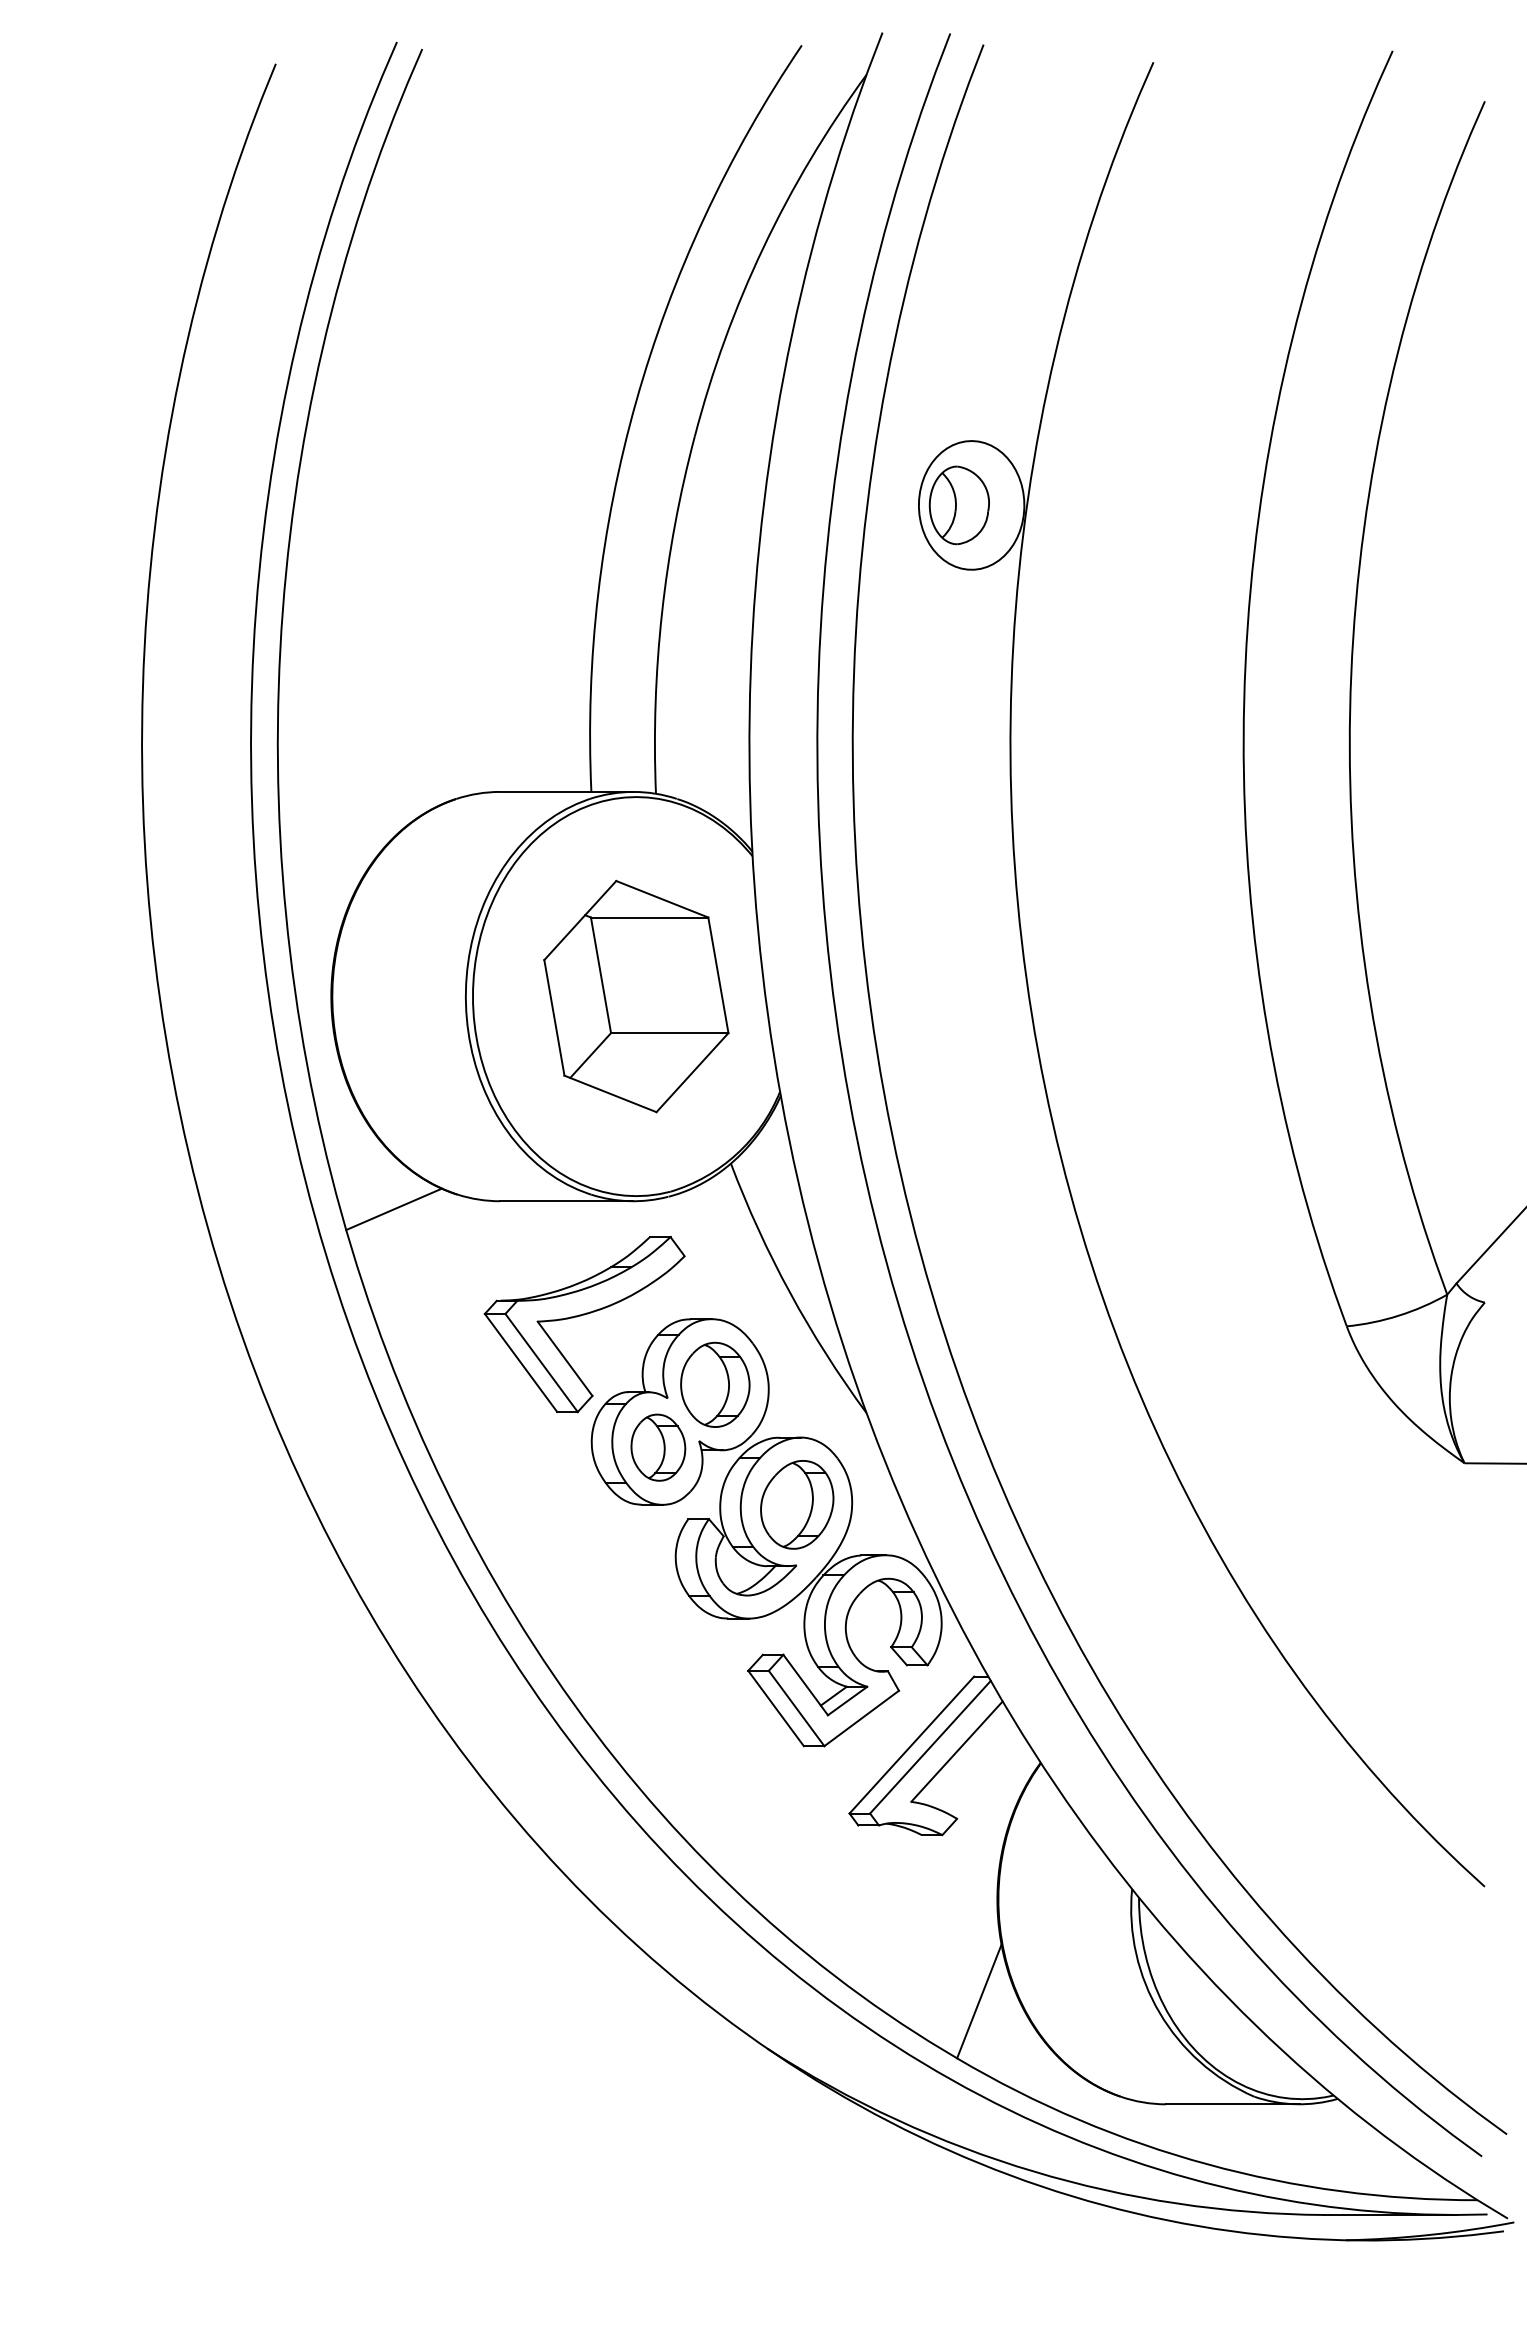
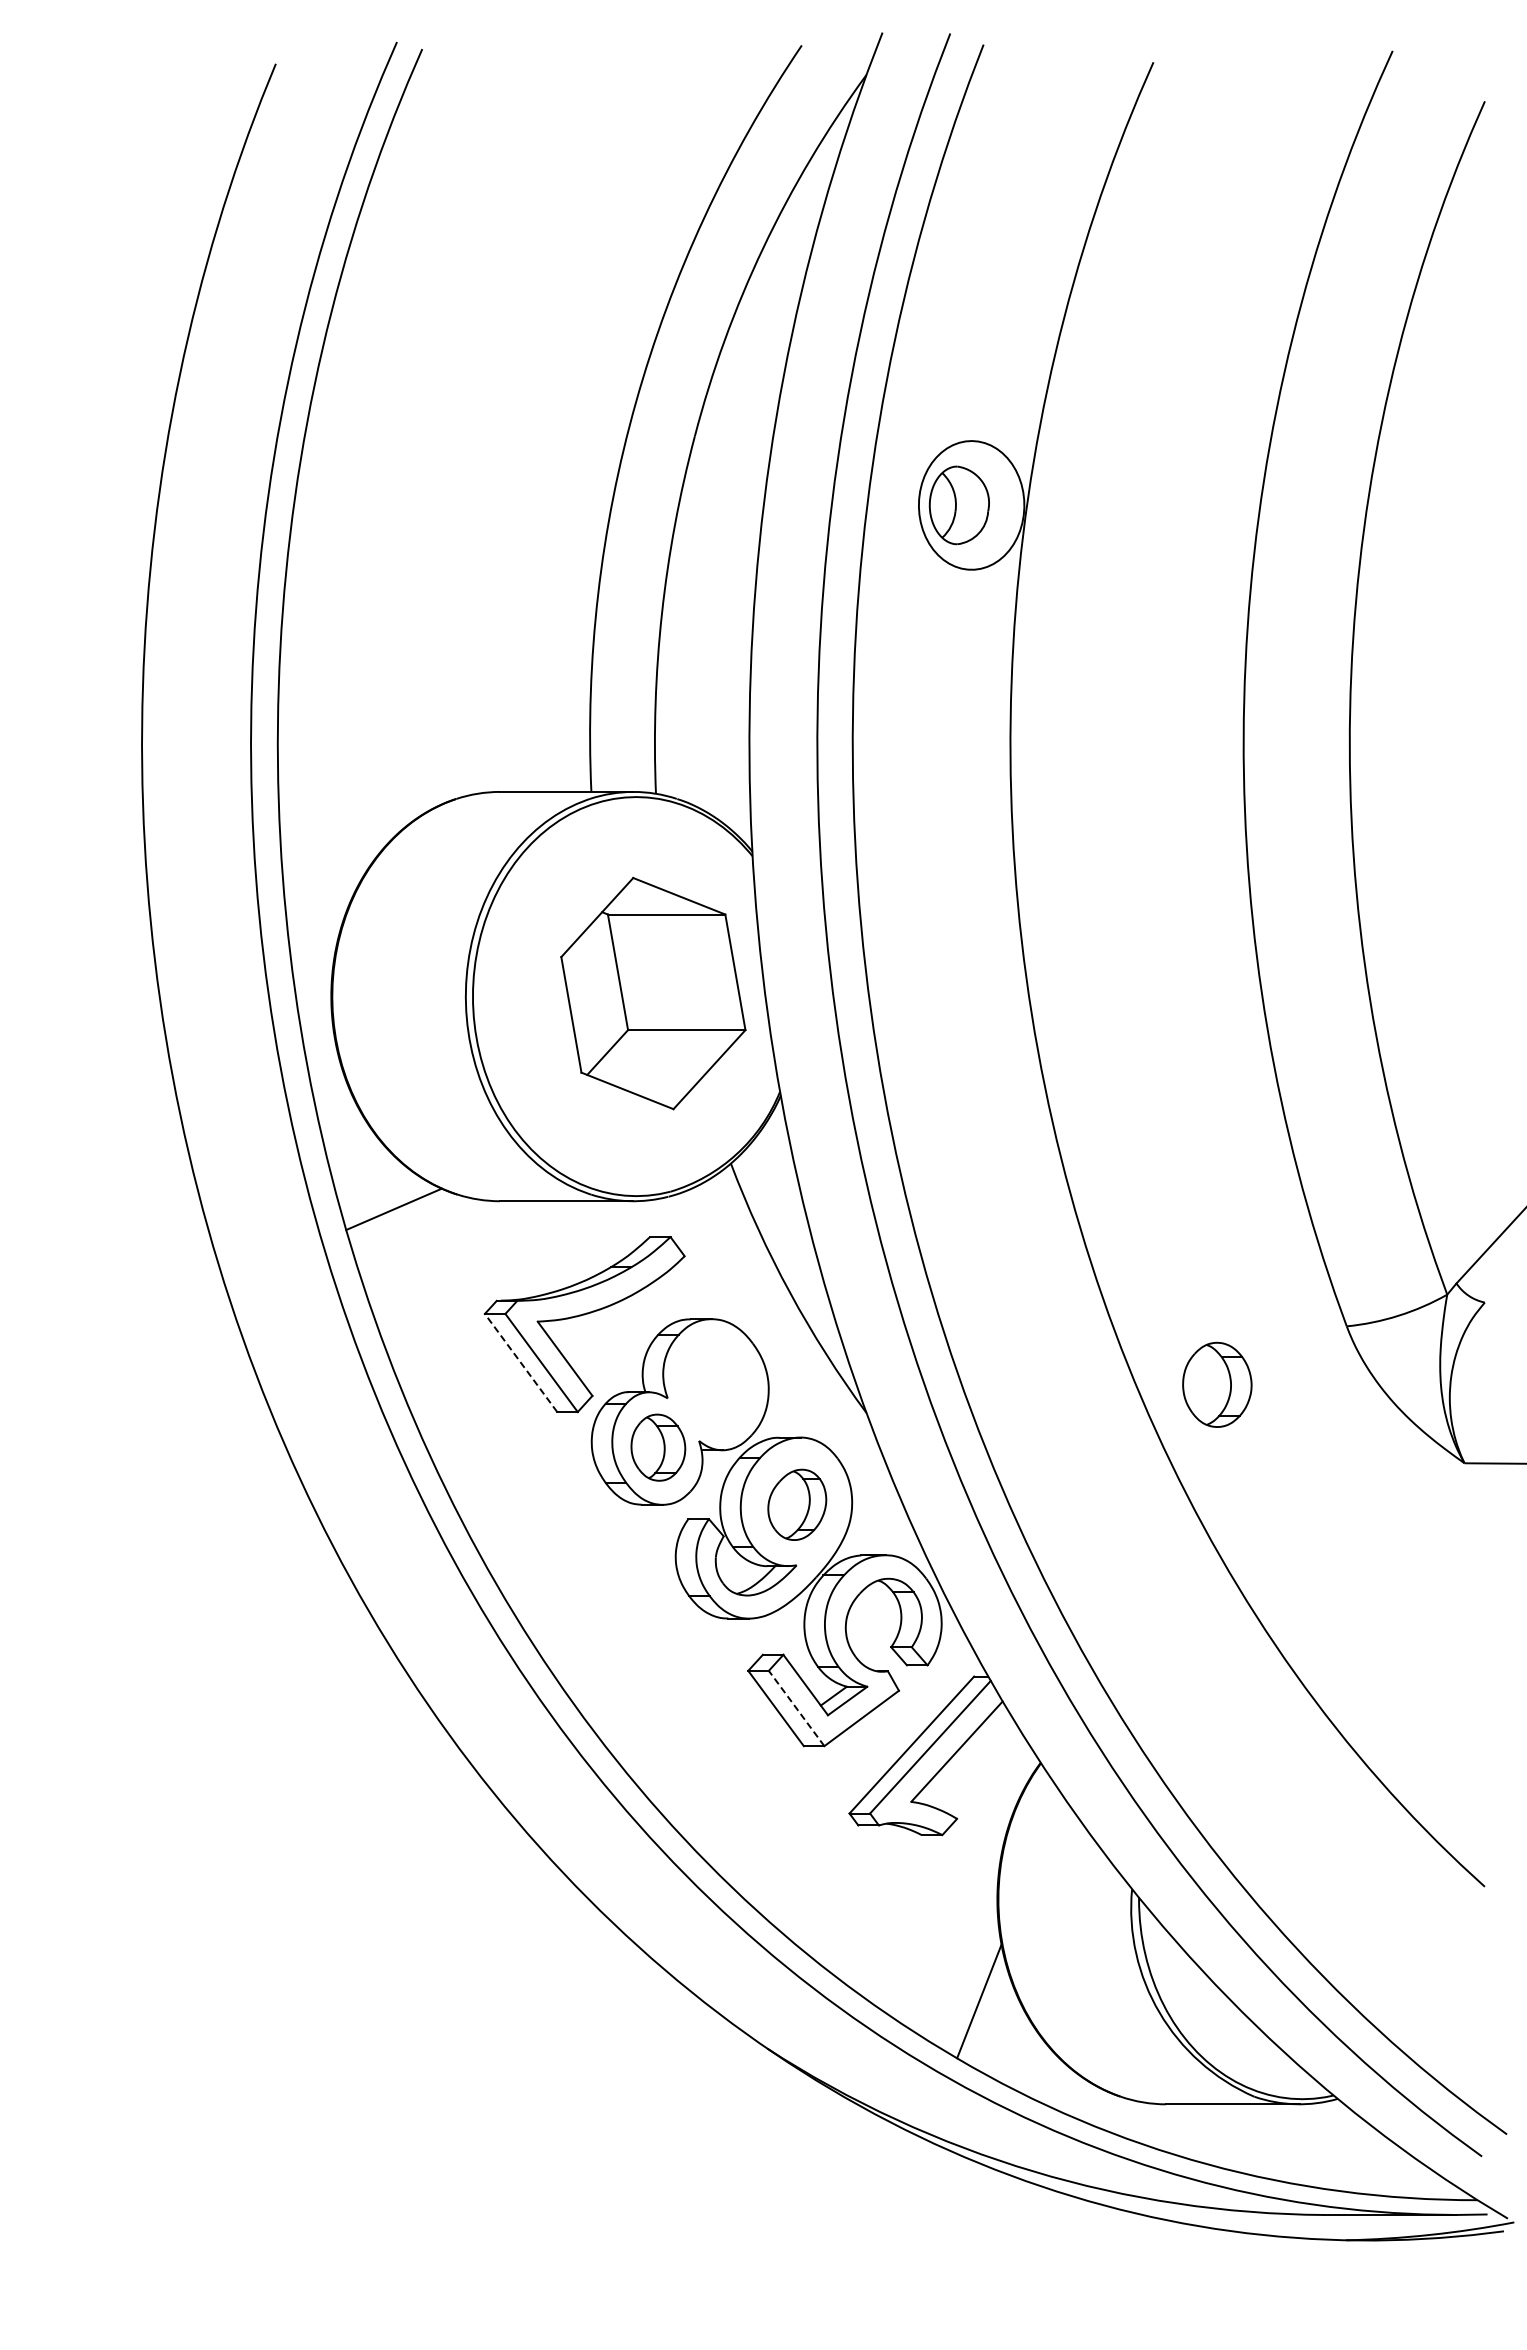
part at (636, 996) position: (636, 996) -> (653, 993)
line at (521, 1362): solid -> dashed
part at (715, 1384) position: (715, 1384) -> (1217, 1384)
part at (797, 1504) size: 75x90 px -> 61x73 px
line at (796, 1708): solid -> dashed
